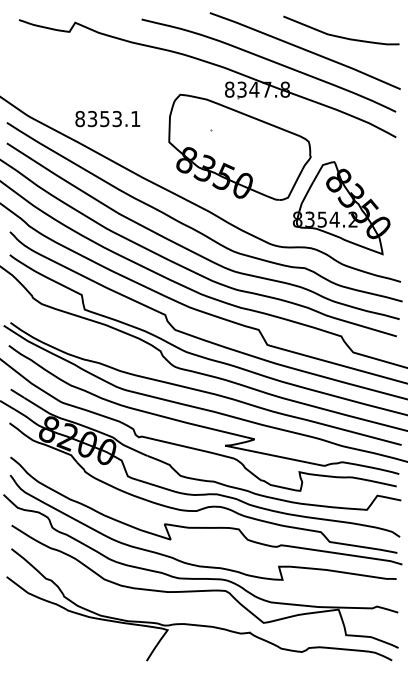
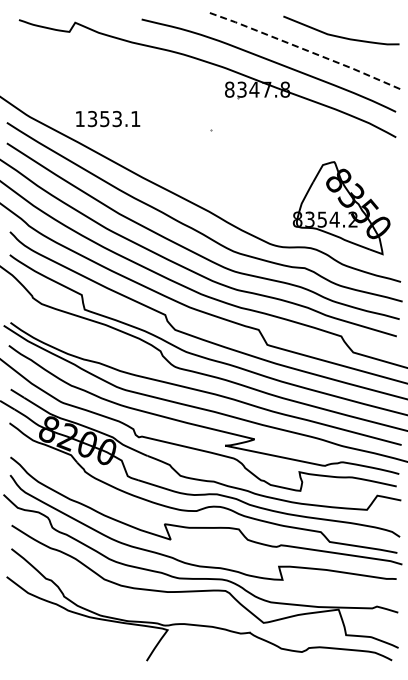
line at (306, 50): solid -> dashed
text at (79, 118): 8353.1 -> 1353.1
part at (239, 146): present -> none
